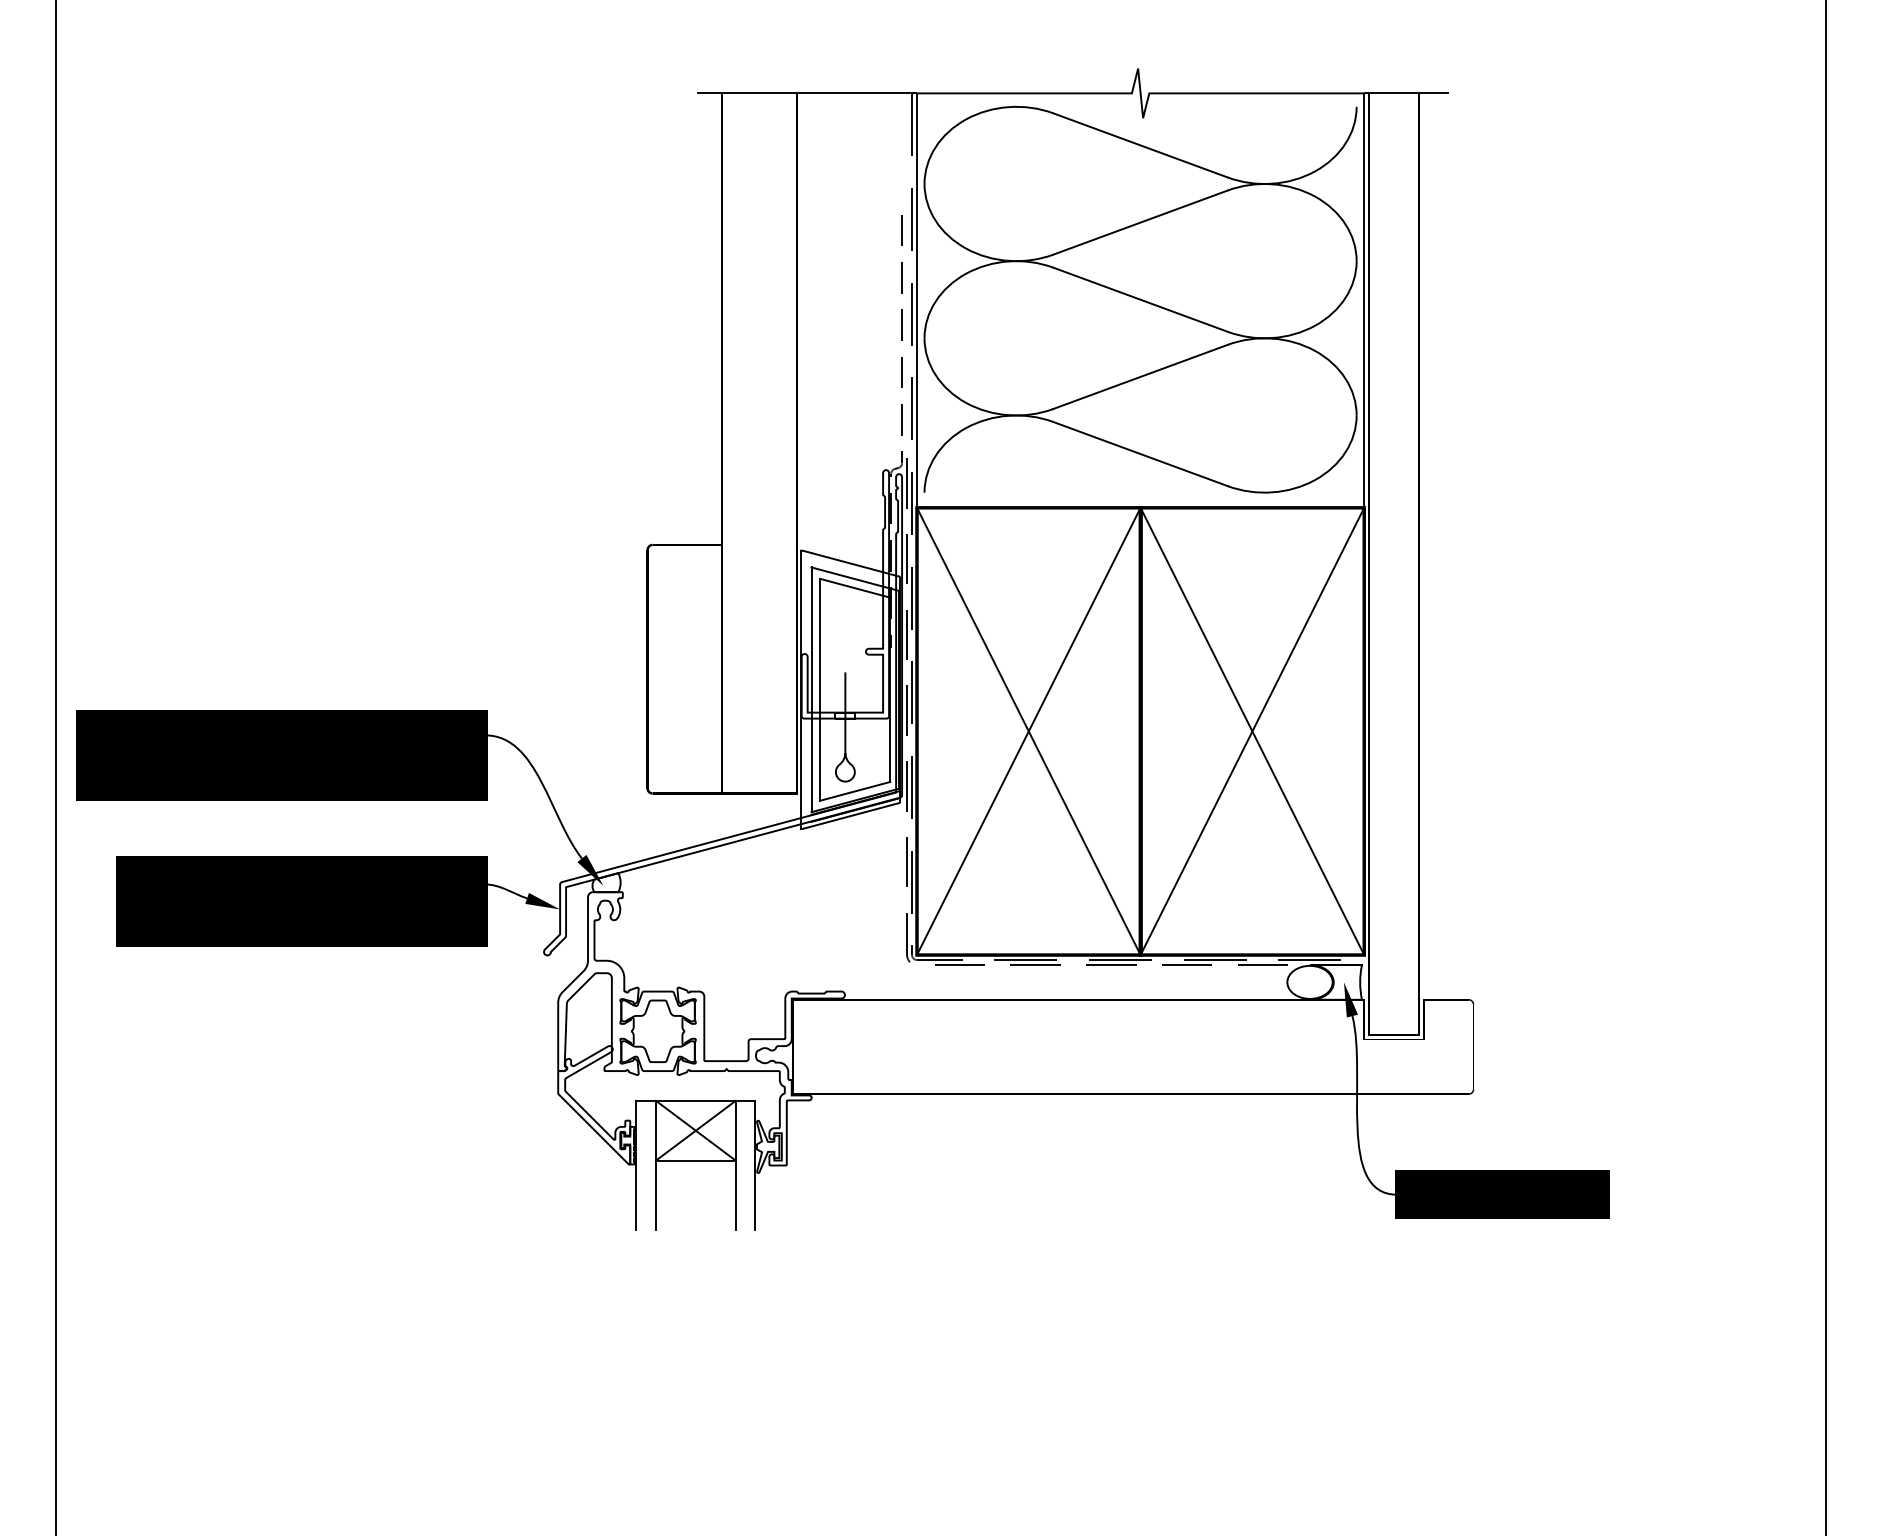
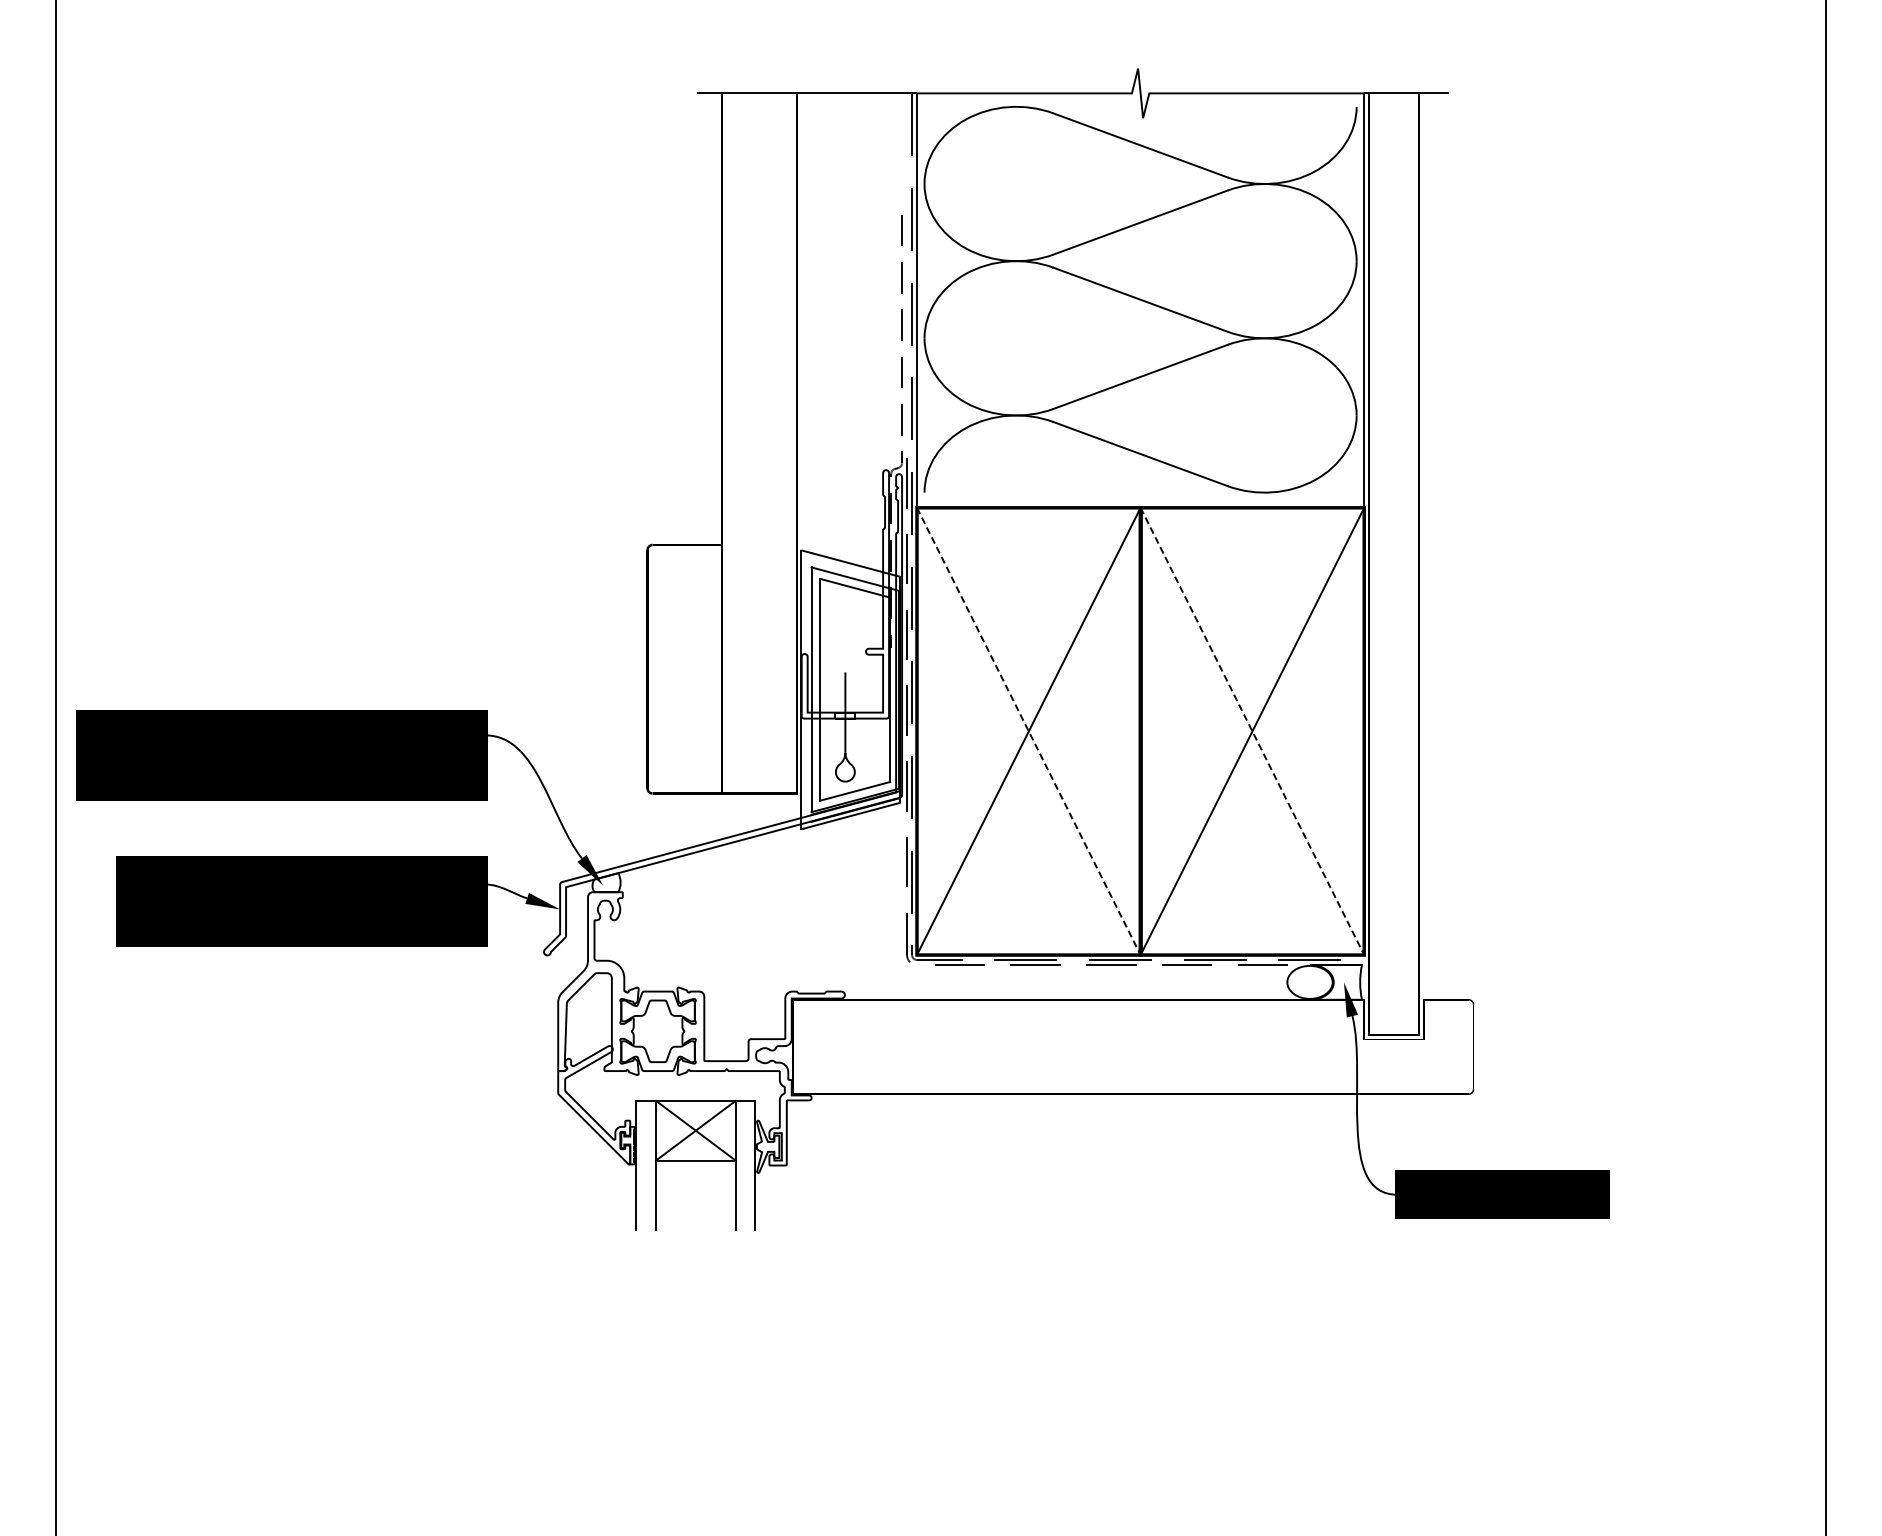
line at (1029, 731): solid -> dashed
line at (1252, 731): solid -> dashed
